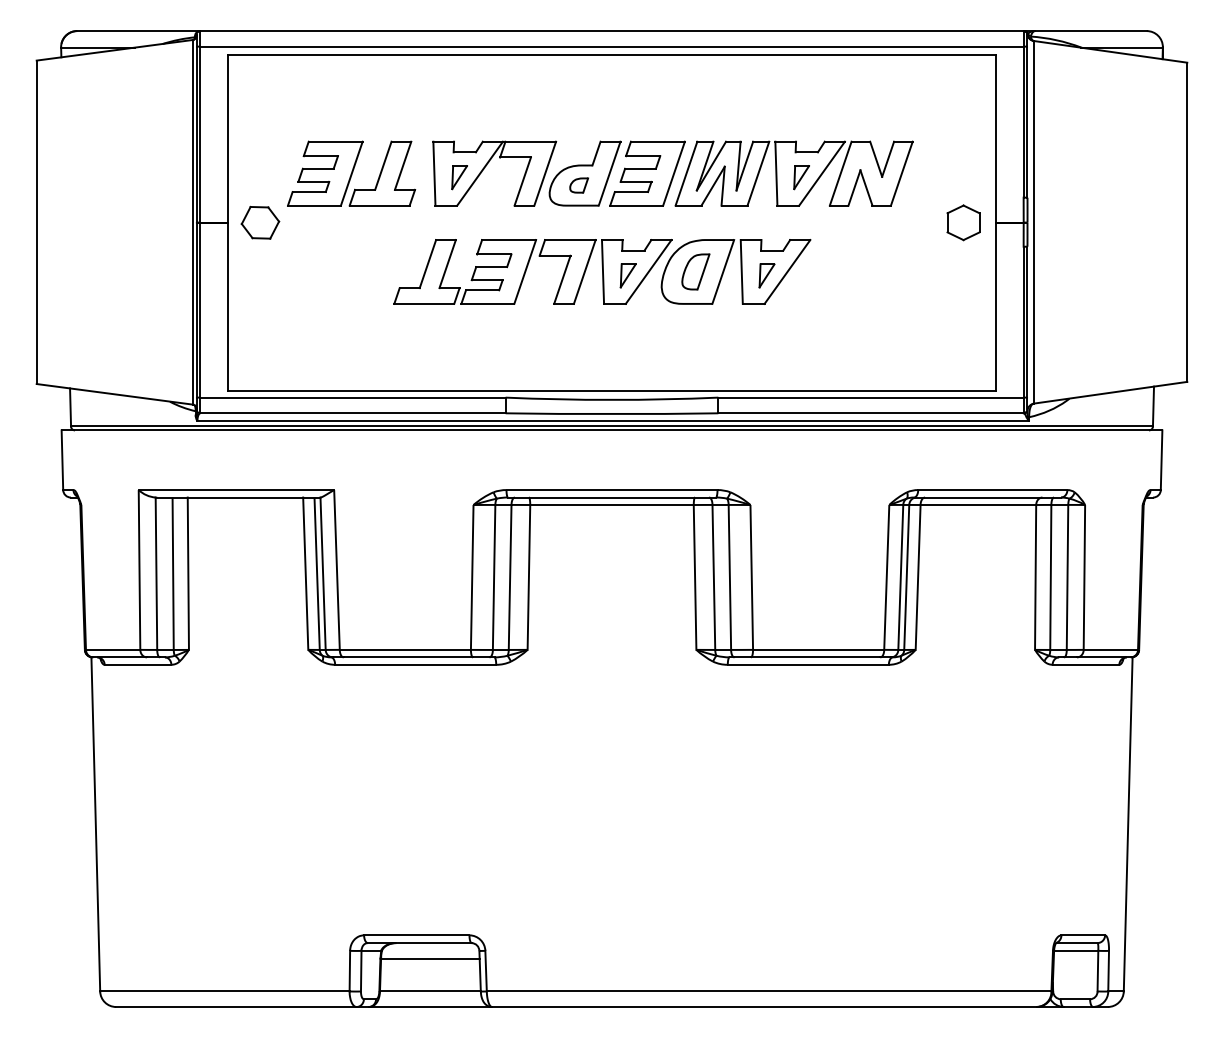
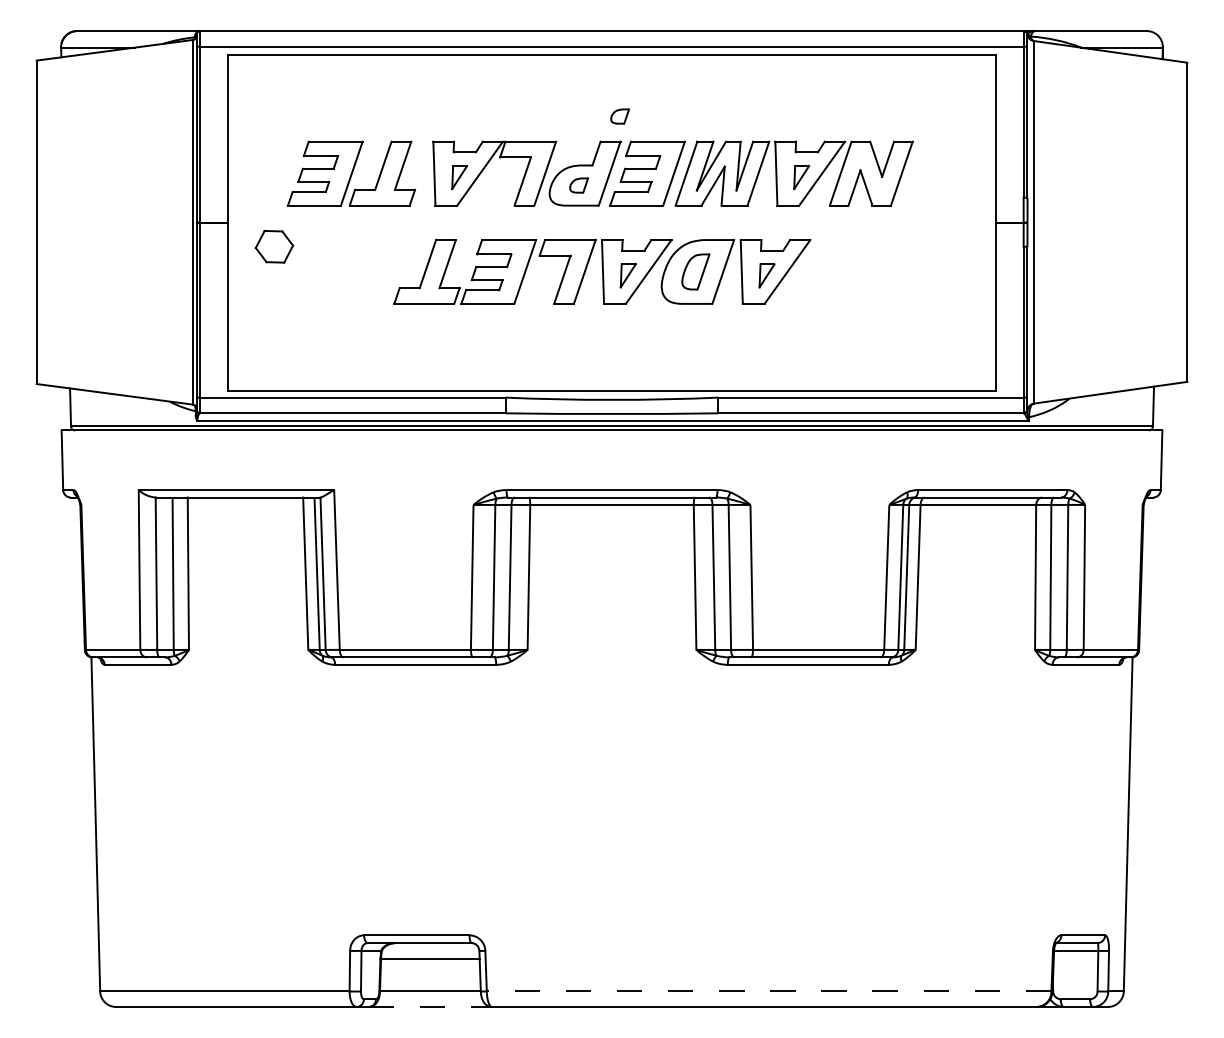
part at (619, 116): none -> present
part at (260, 222) position: (260, 222) -> (274, 246)
part at (963, 222): present -> none
line at (768, 991): solid -> dashed
line at (430, 1007): solid -> dashed
